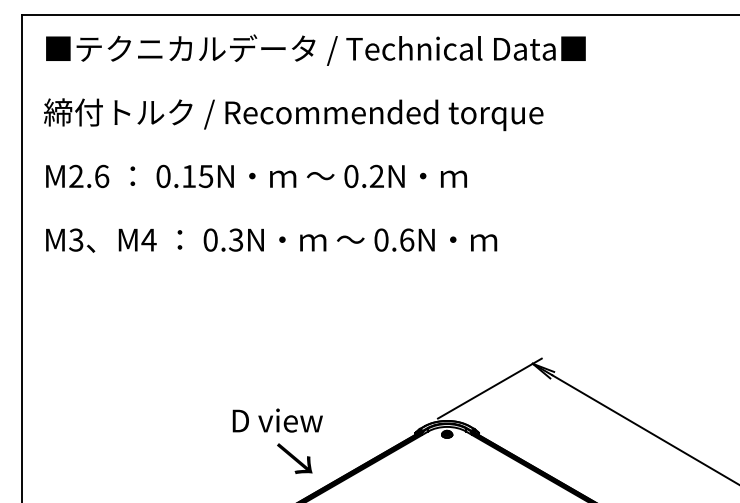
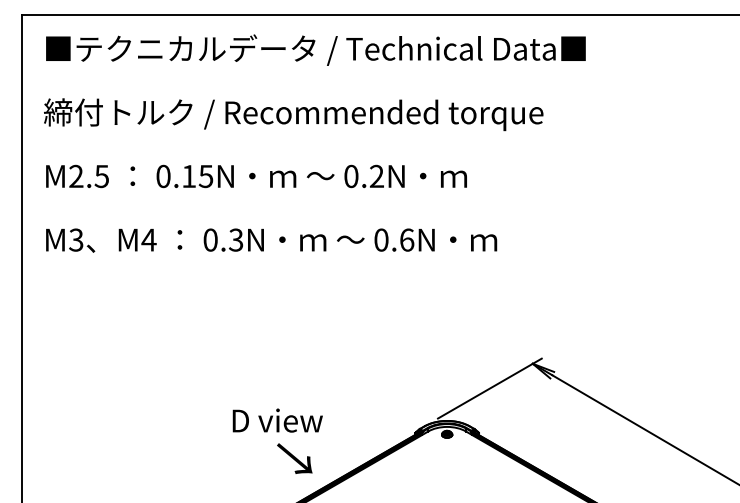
text at (101, 176): M2.6 -> M2.5
